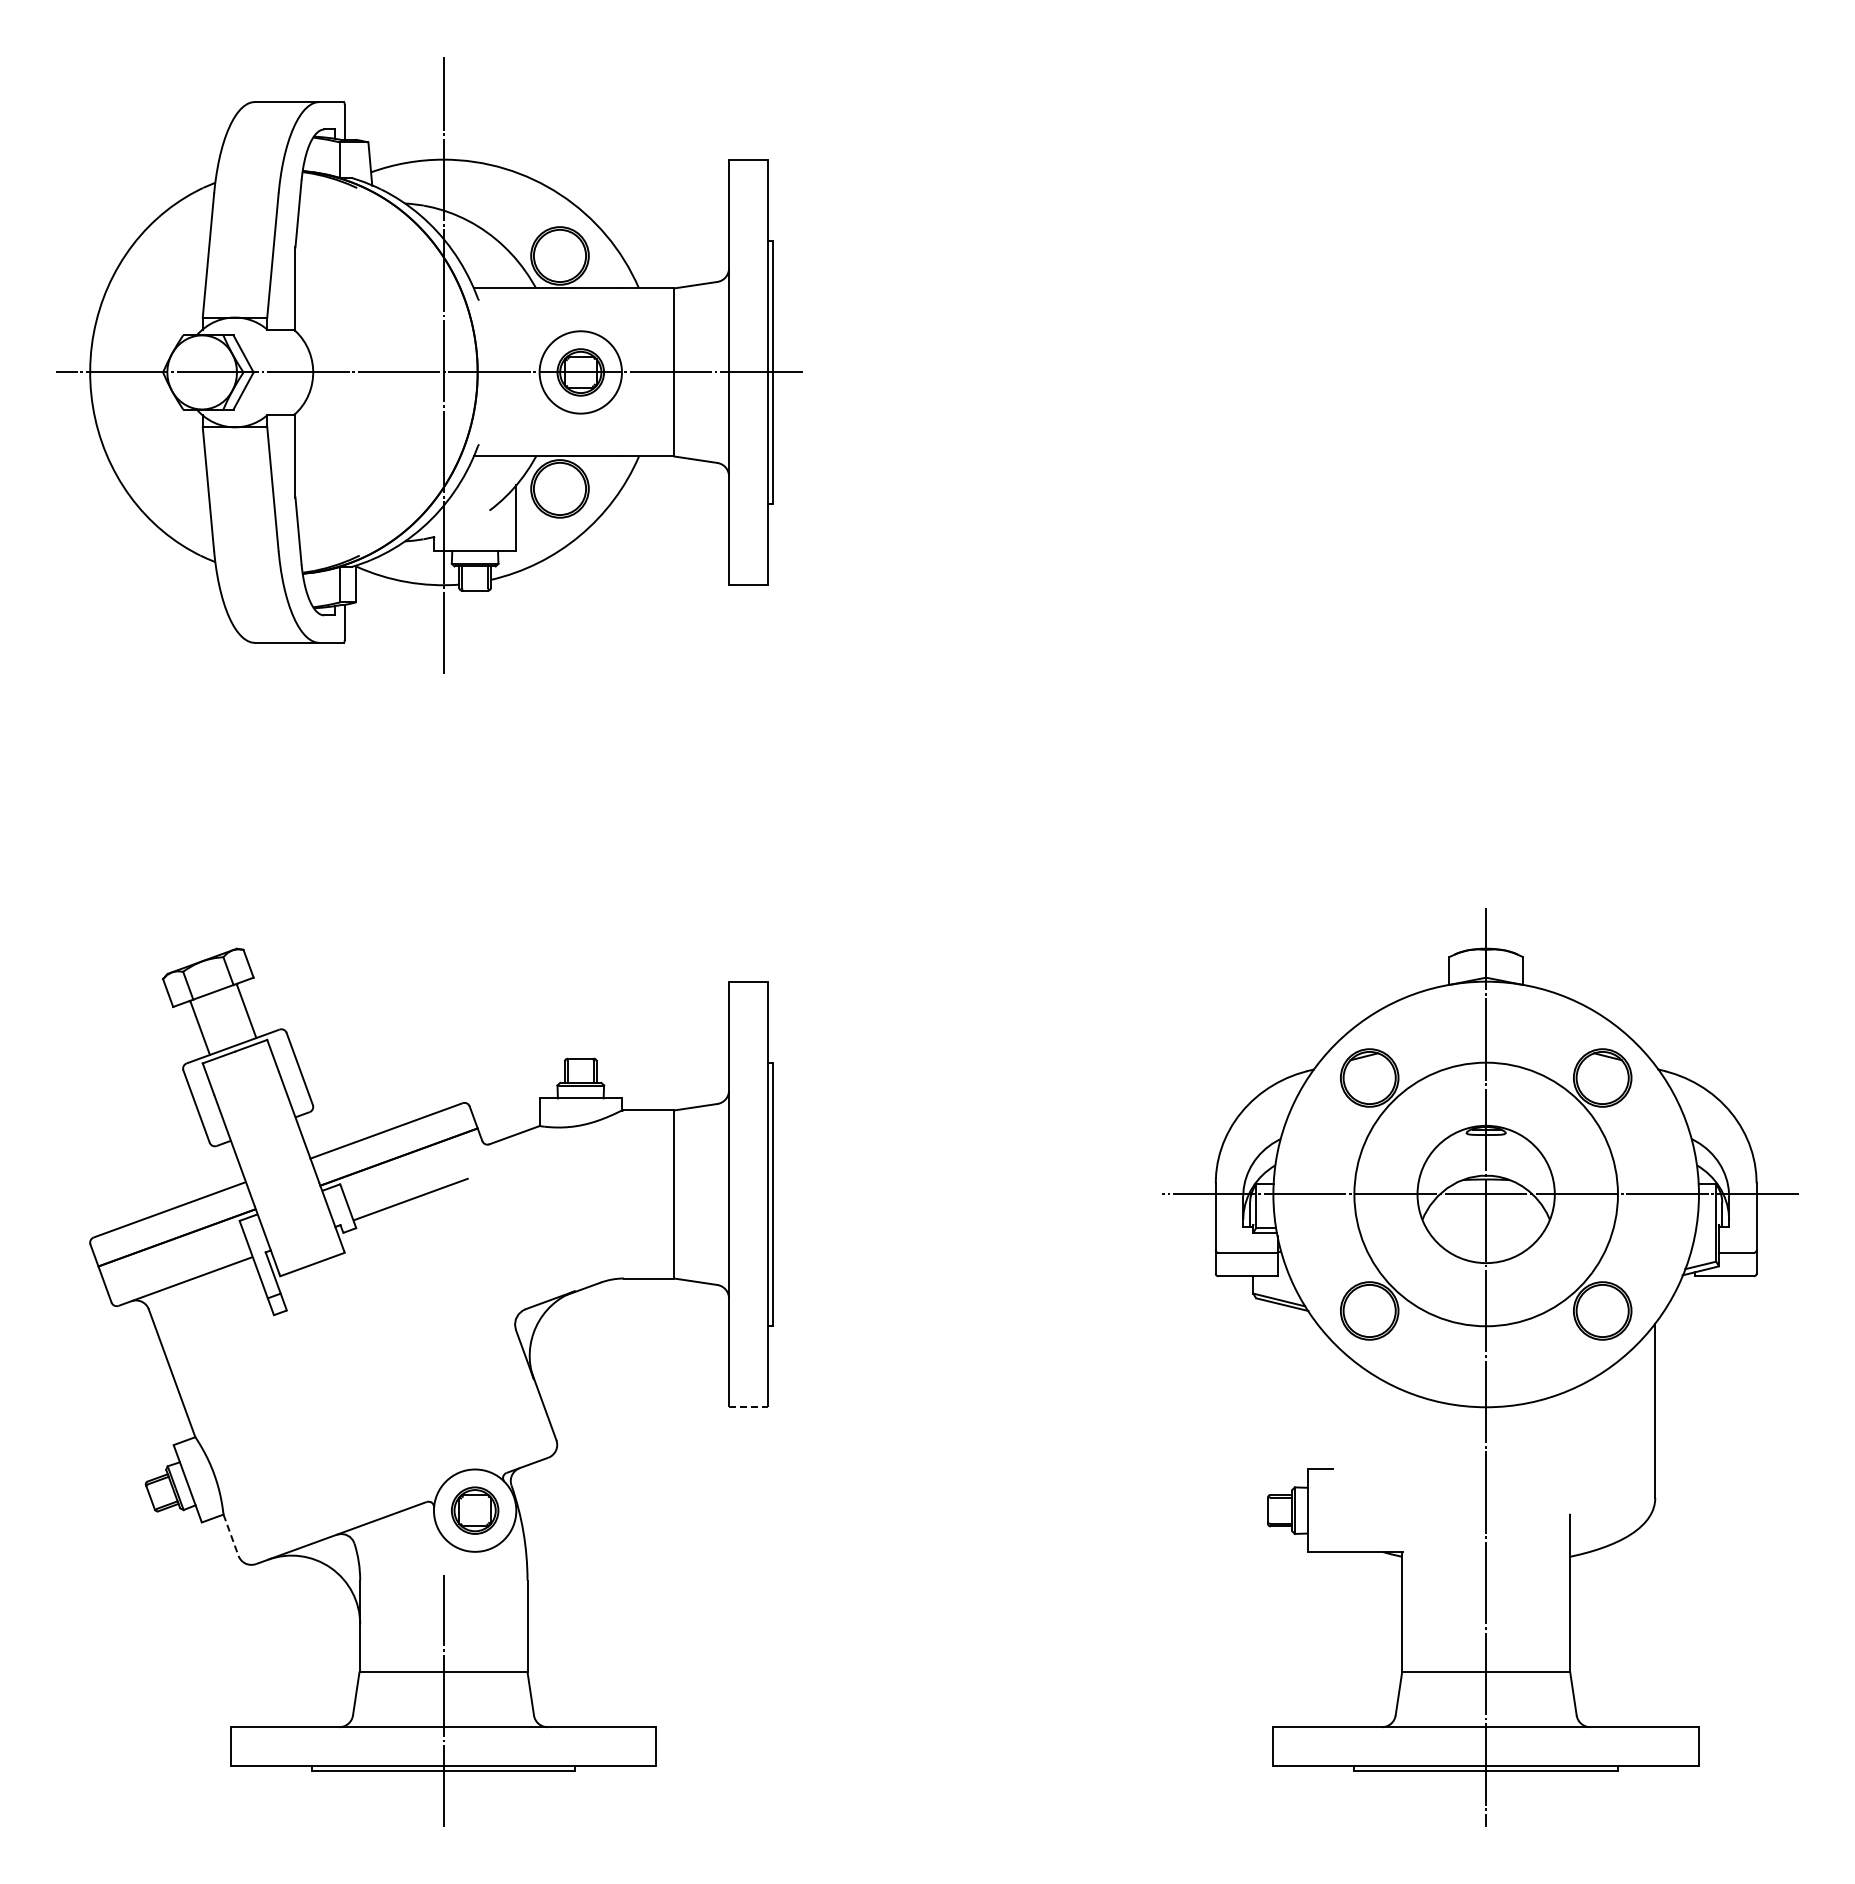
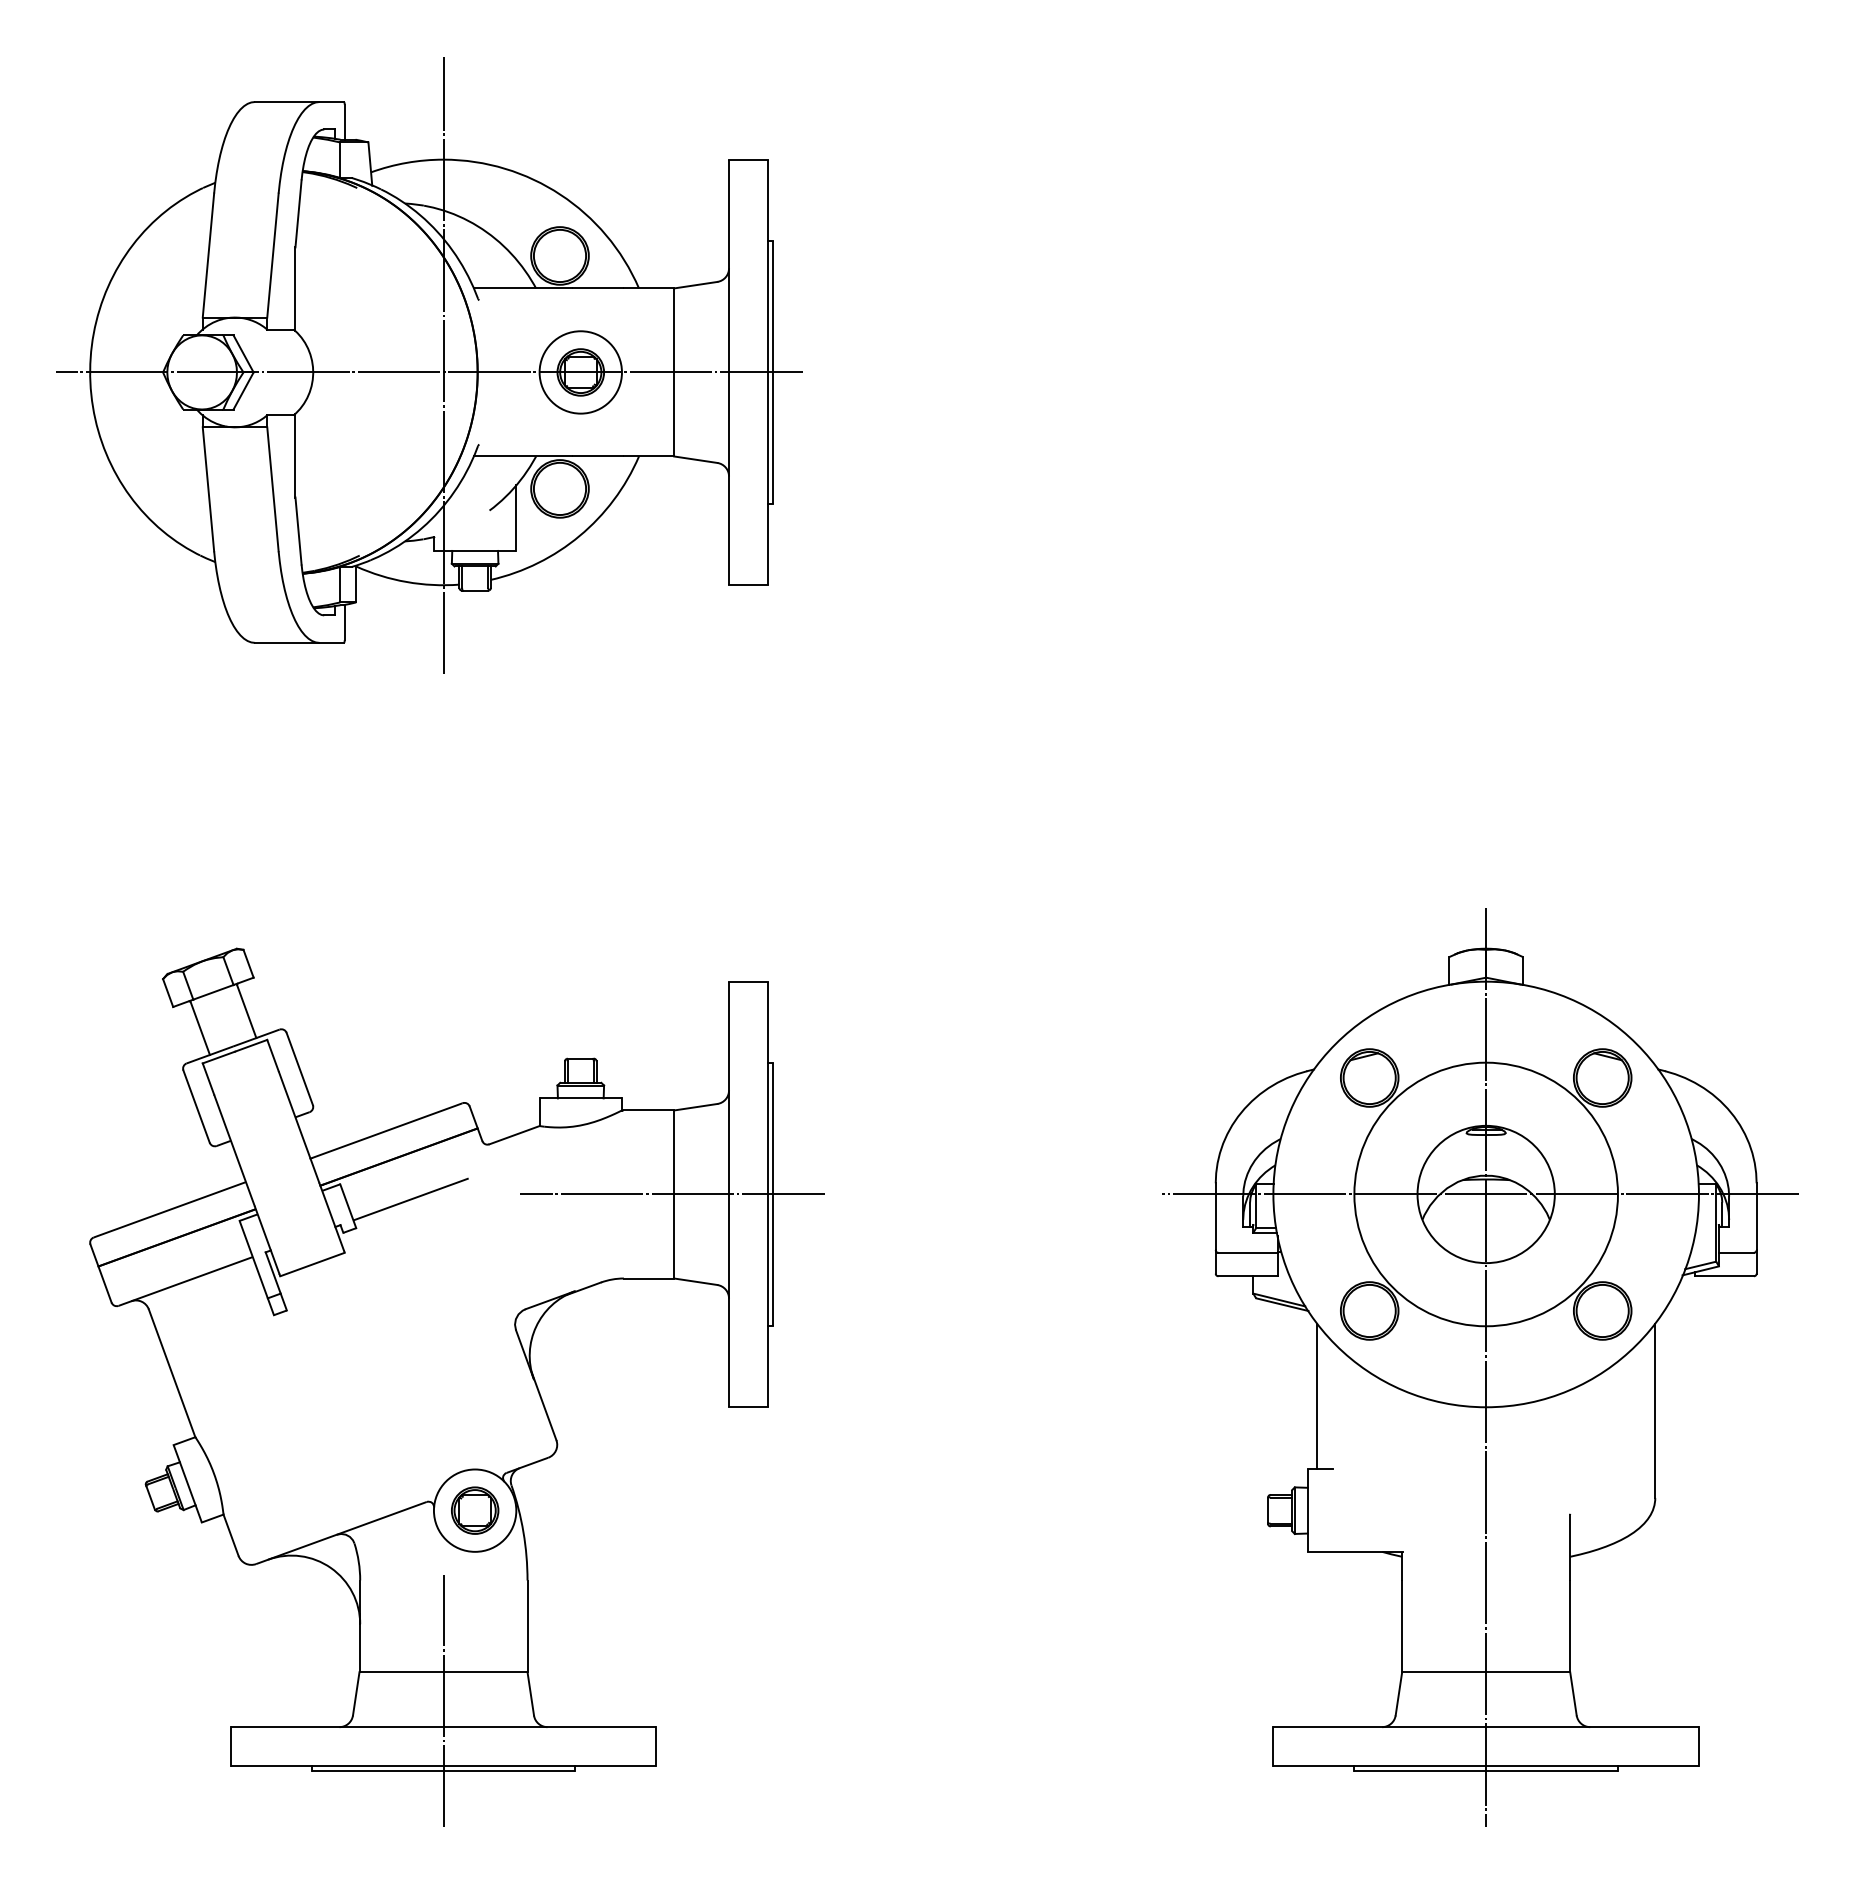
line at (671, 1194): none -> present
line at (1317, 1396): none -> present
line at (748, 1407): dashed -> solid
line at (231, 1535): dashed -> solid
